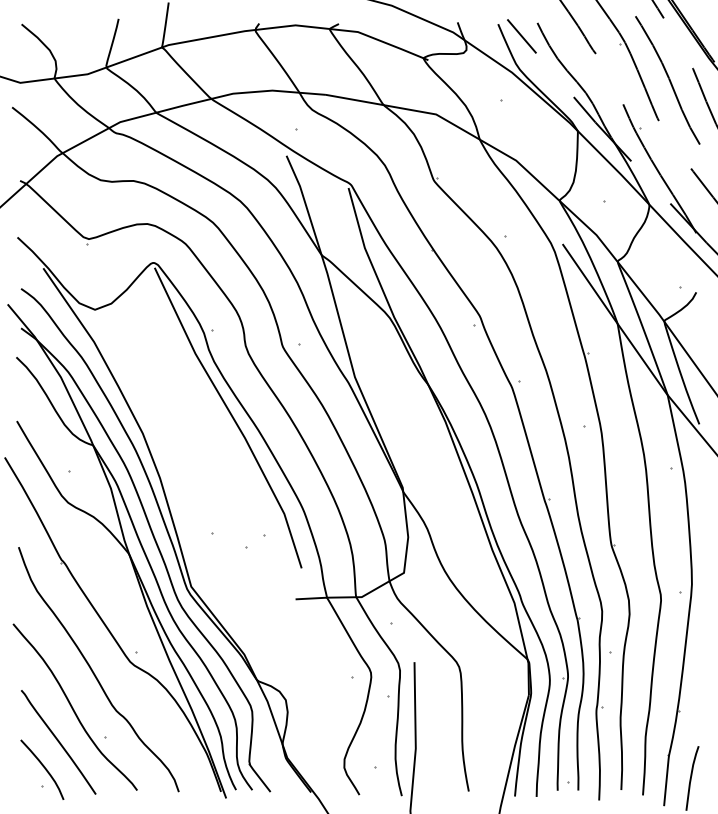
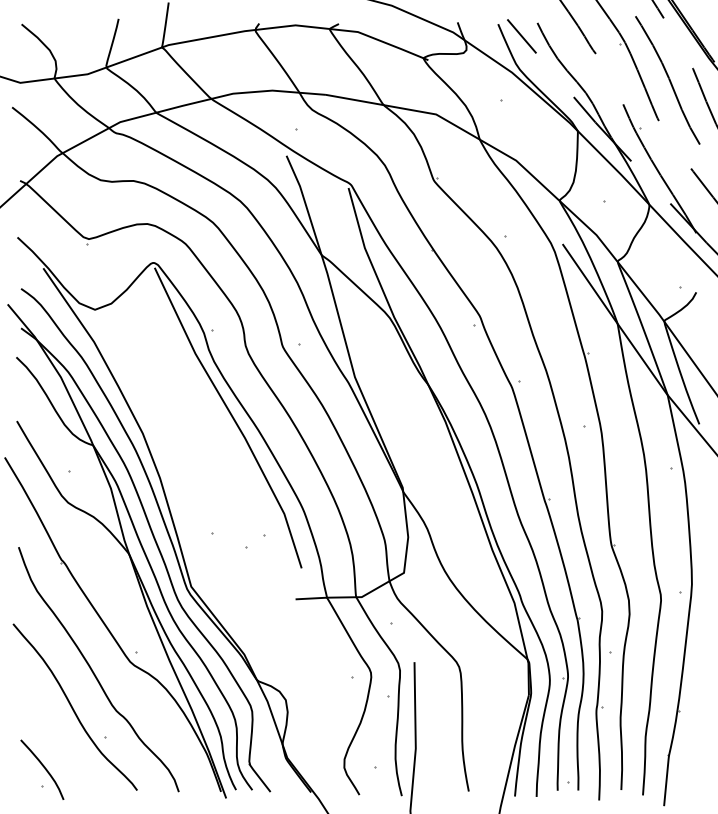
curve at (58, 742): present -> none
line at (691, 778): present -> none
